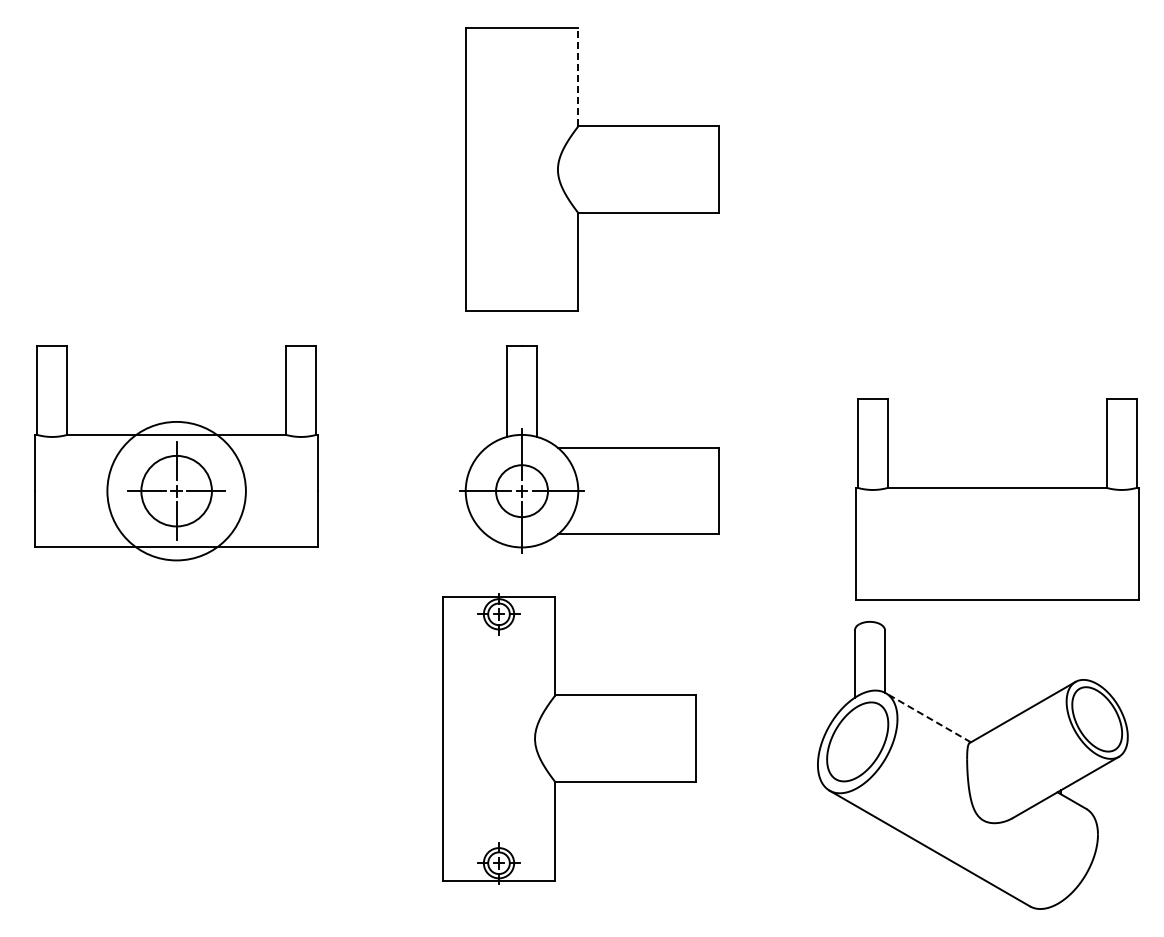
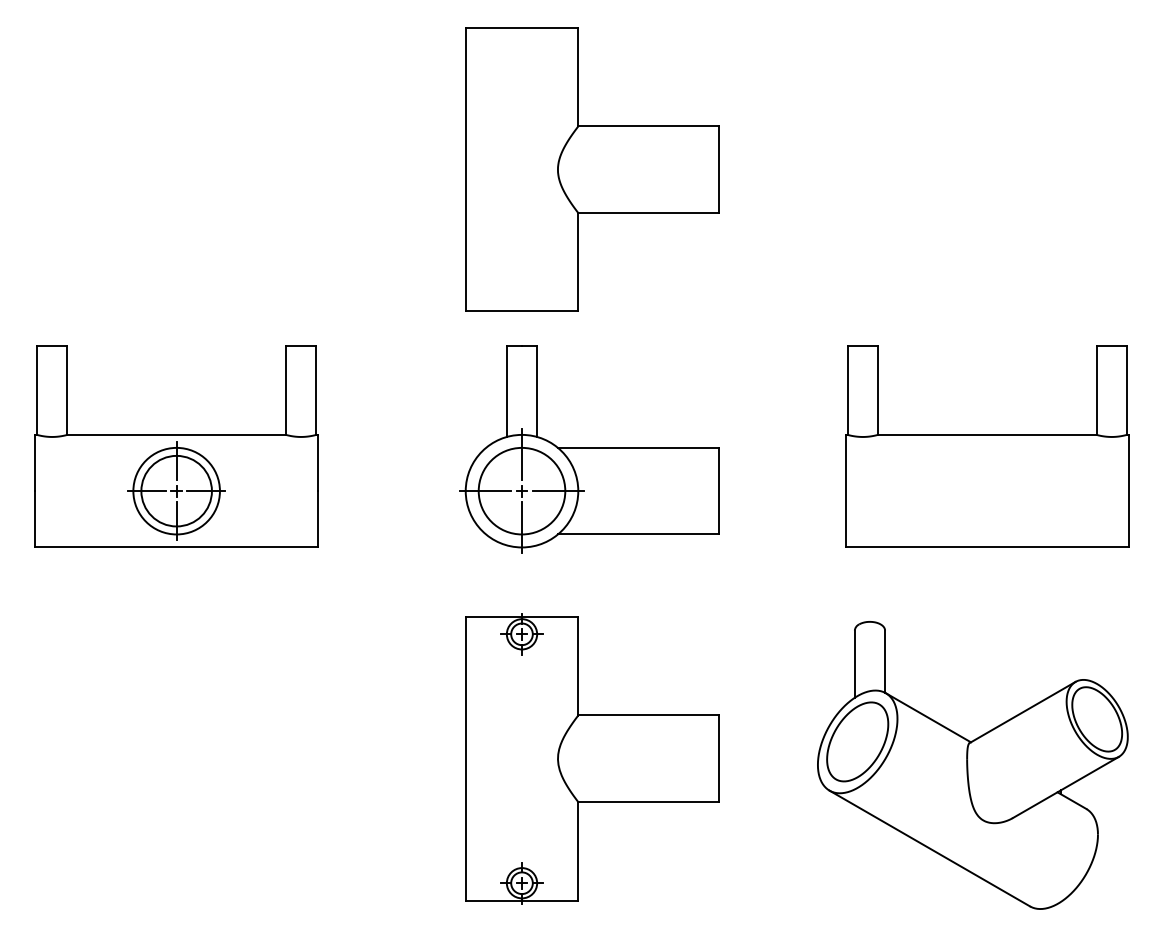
line at (578, 76): dashed -> solid
circle at (176, 490) diameter: 139 px -> 87 px
circle at (521, 491) diameter: 52 px -> 87 px
part at (997, 499) position: (997, 499) -> (987, 446)
line at (927, 717): dashed -> solid
part at (569, 738) position: (569, 738) -> (592, 758)
